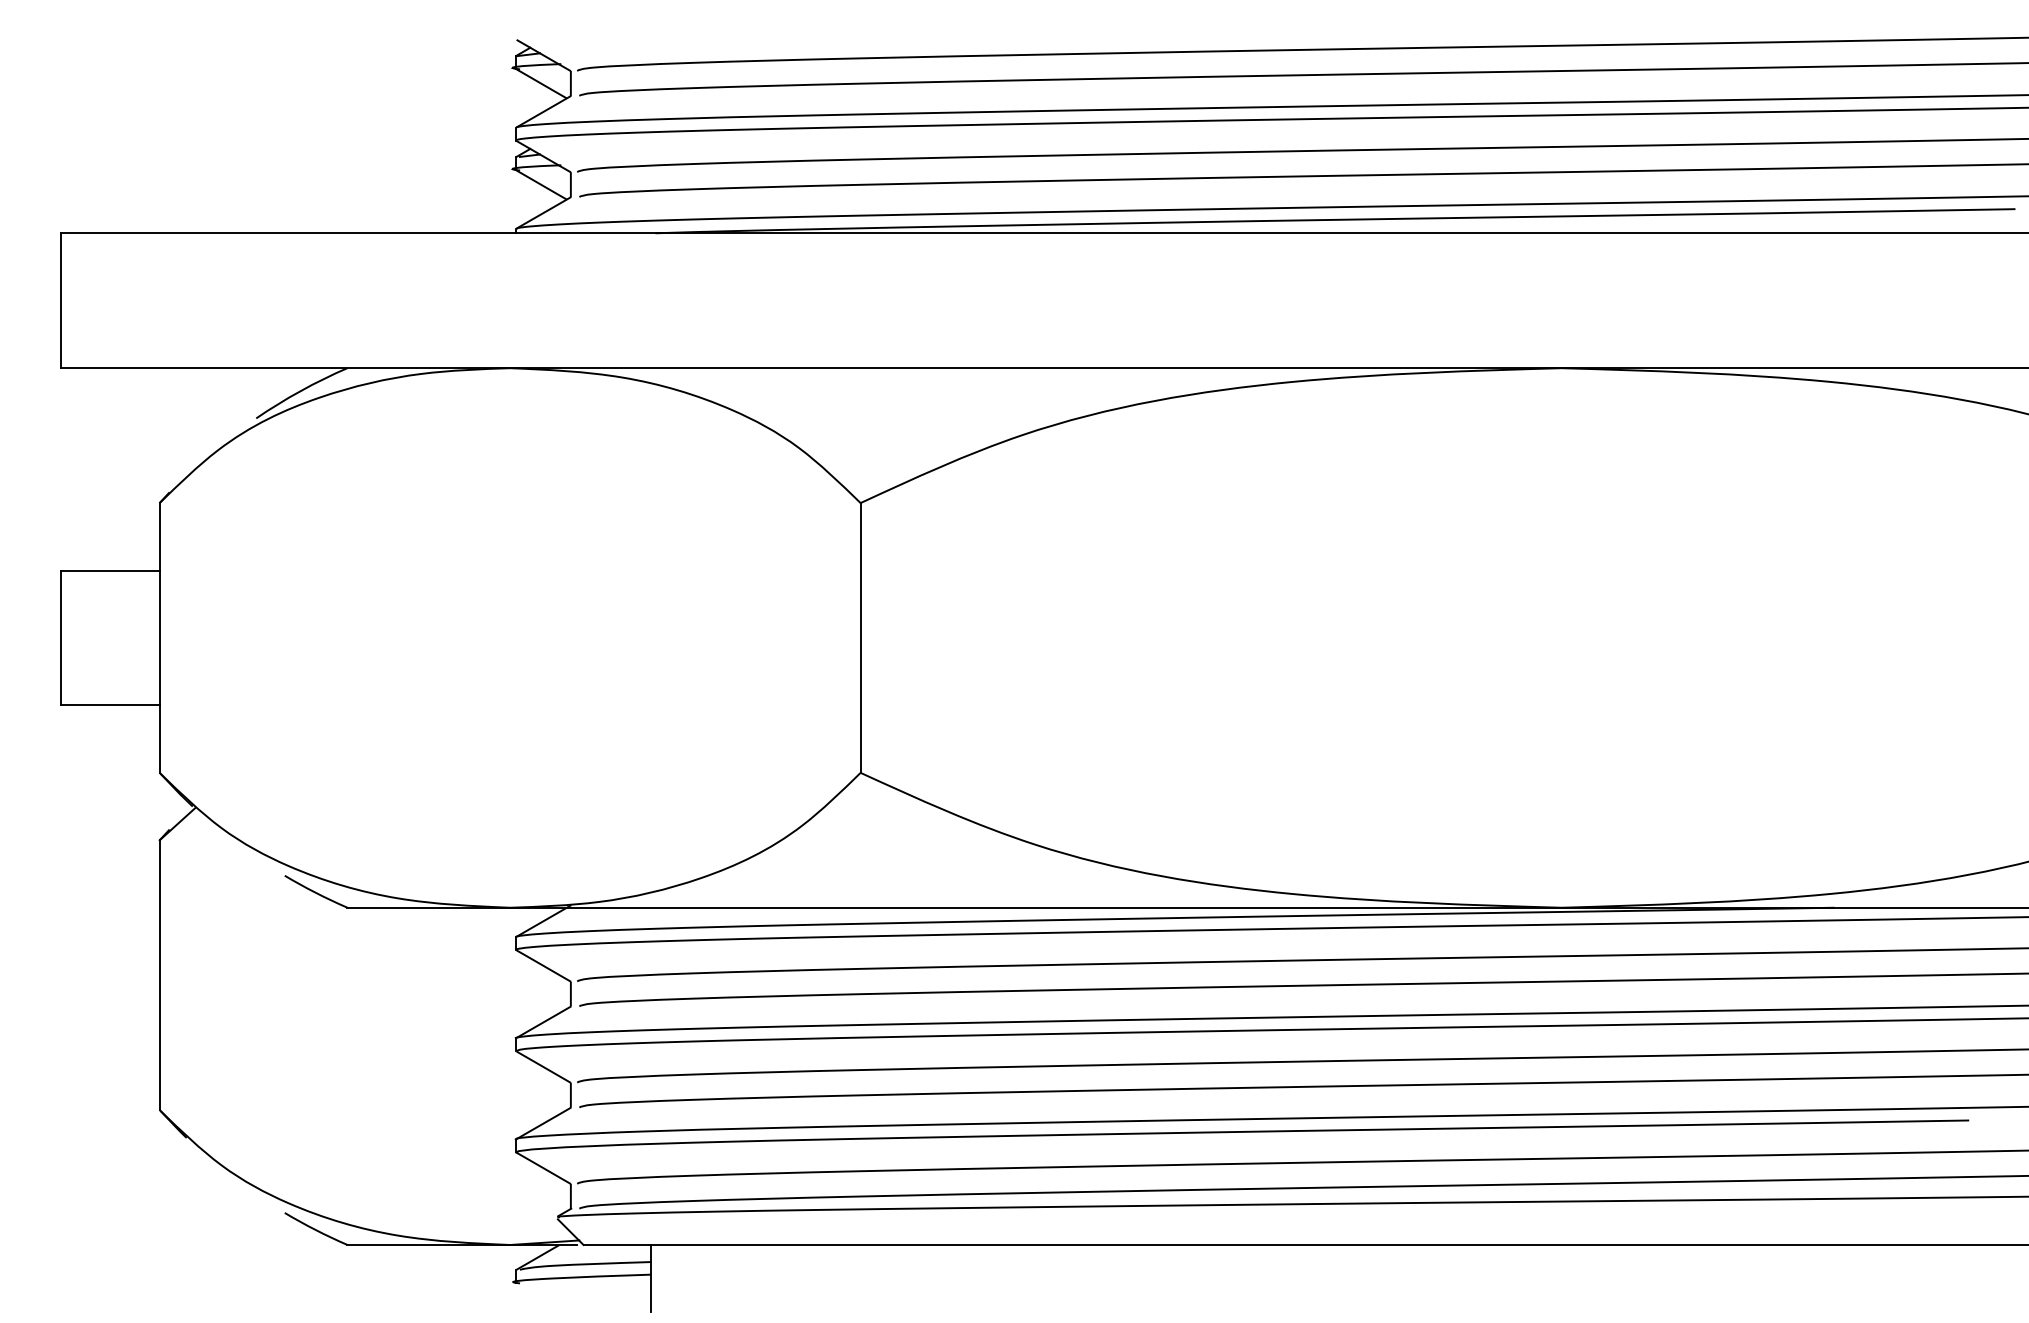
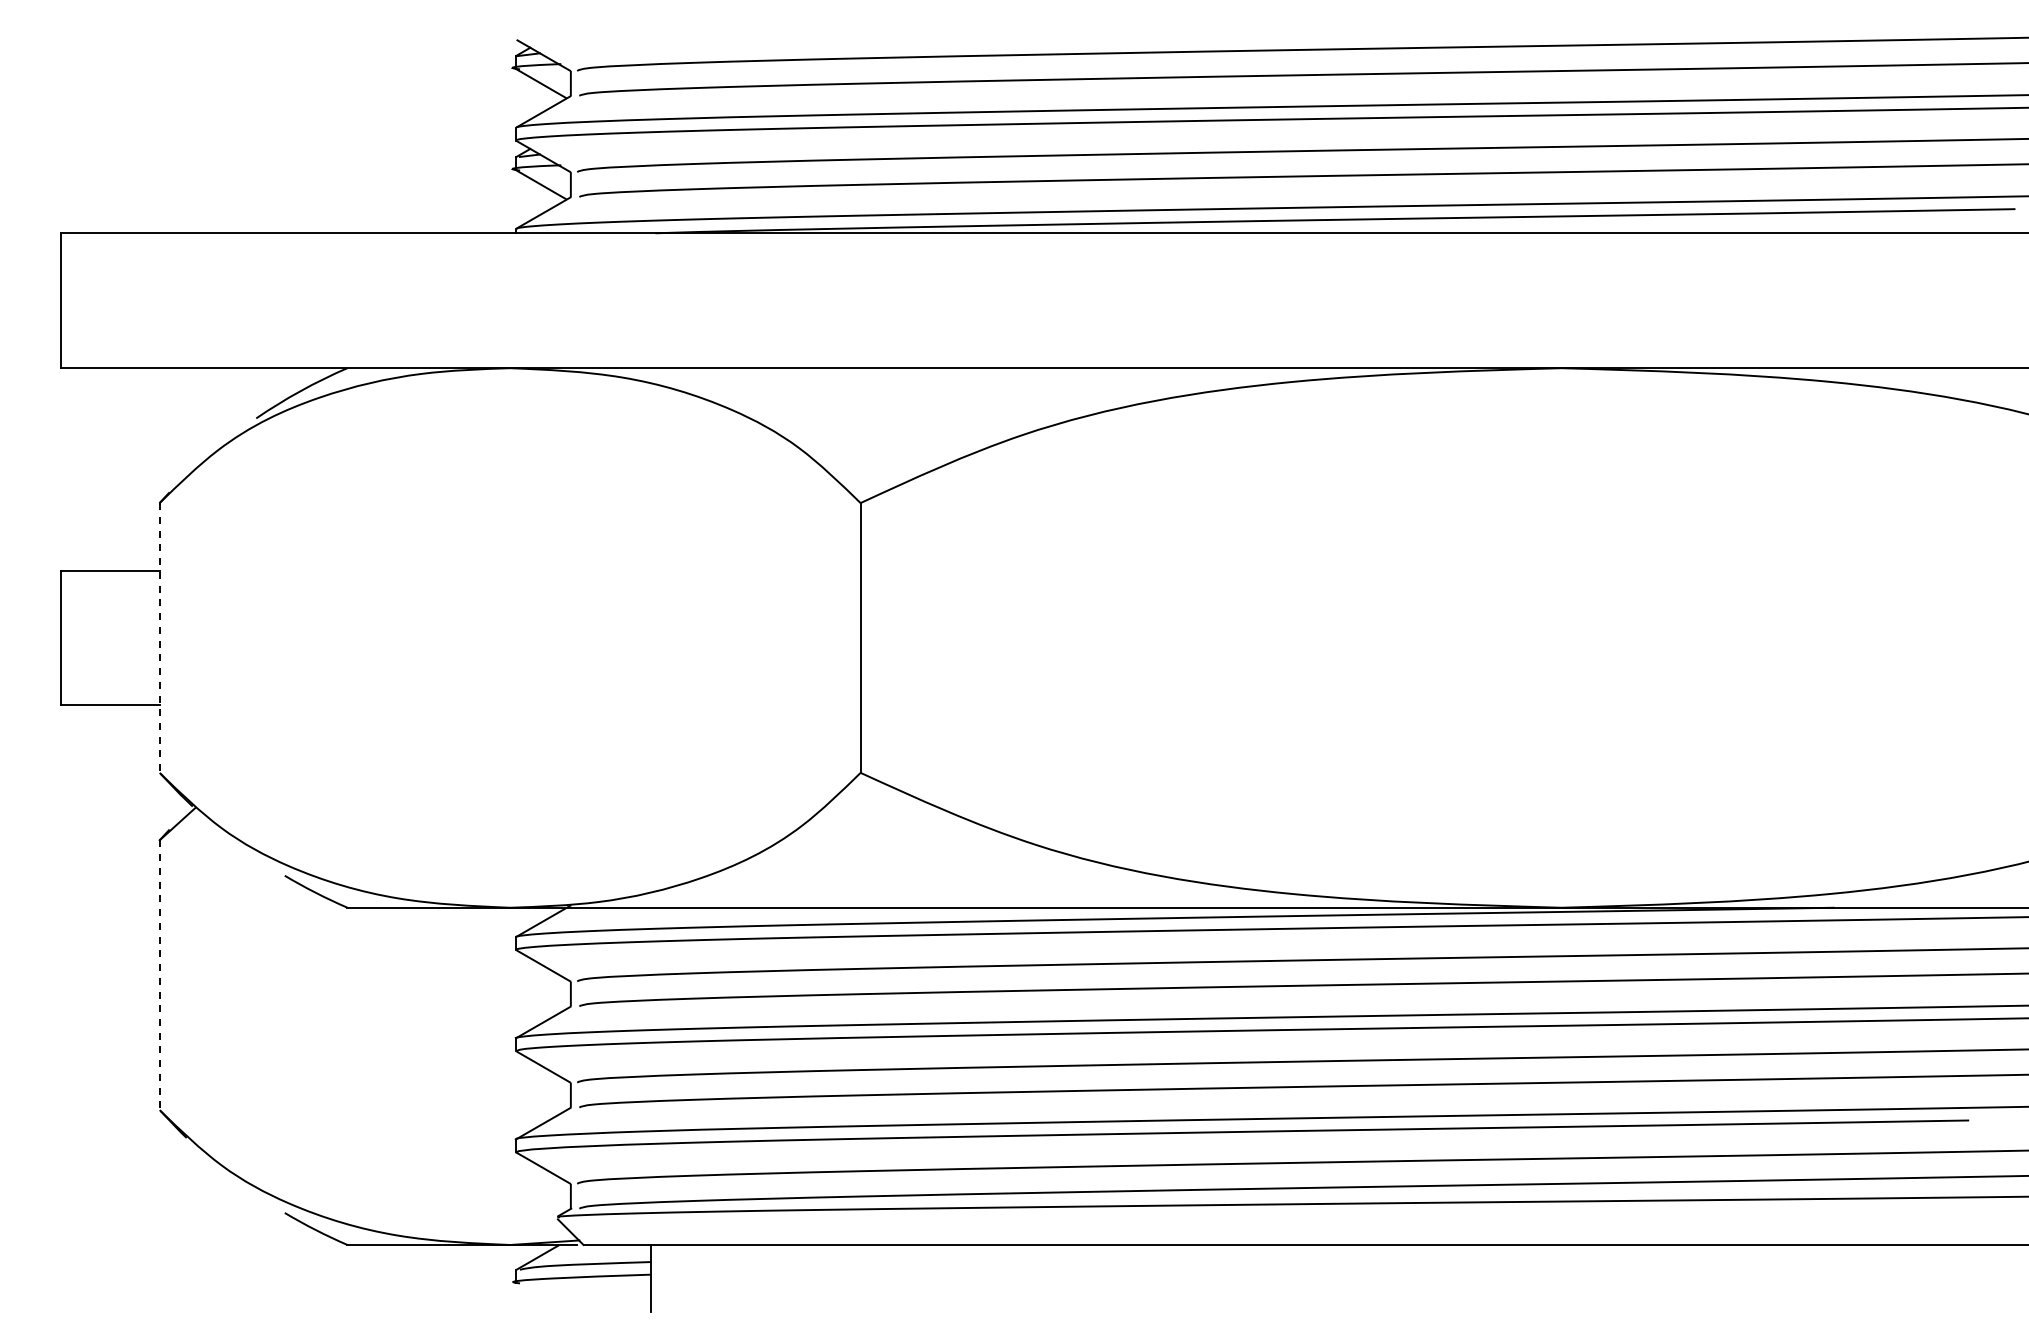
line at (159, 637): solid -> dashed
line at (159, 975): solid -> dashed
